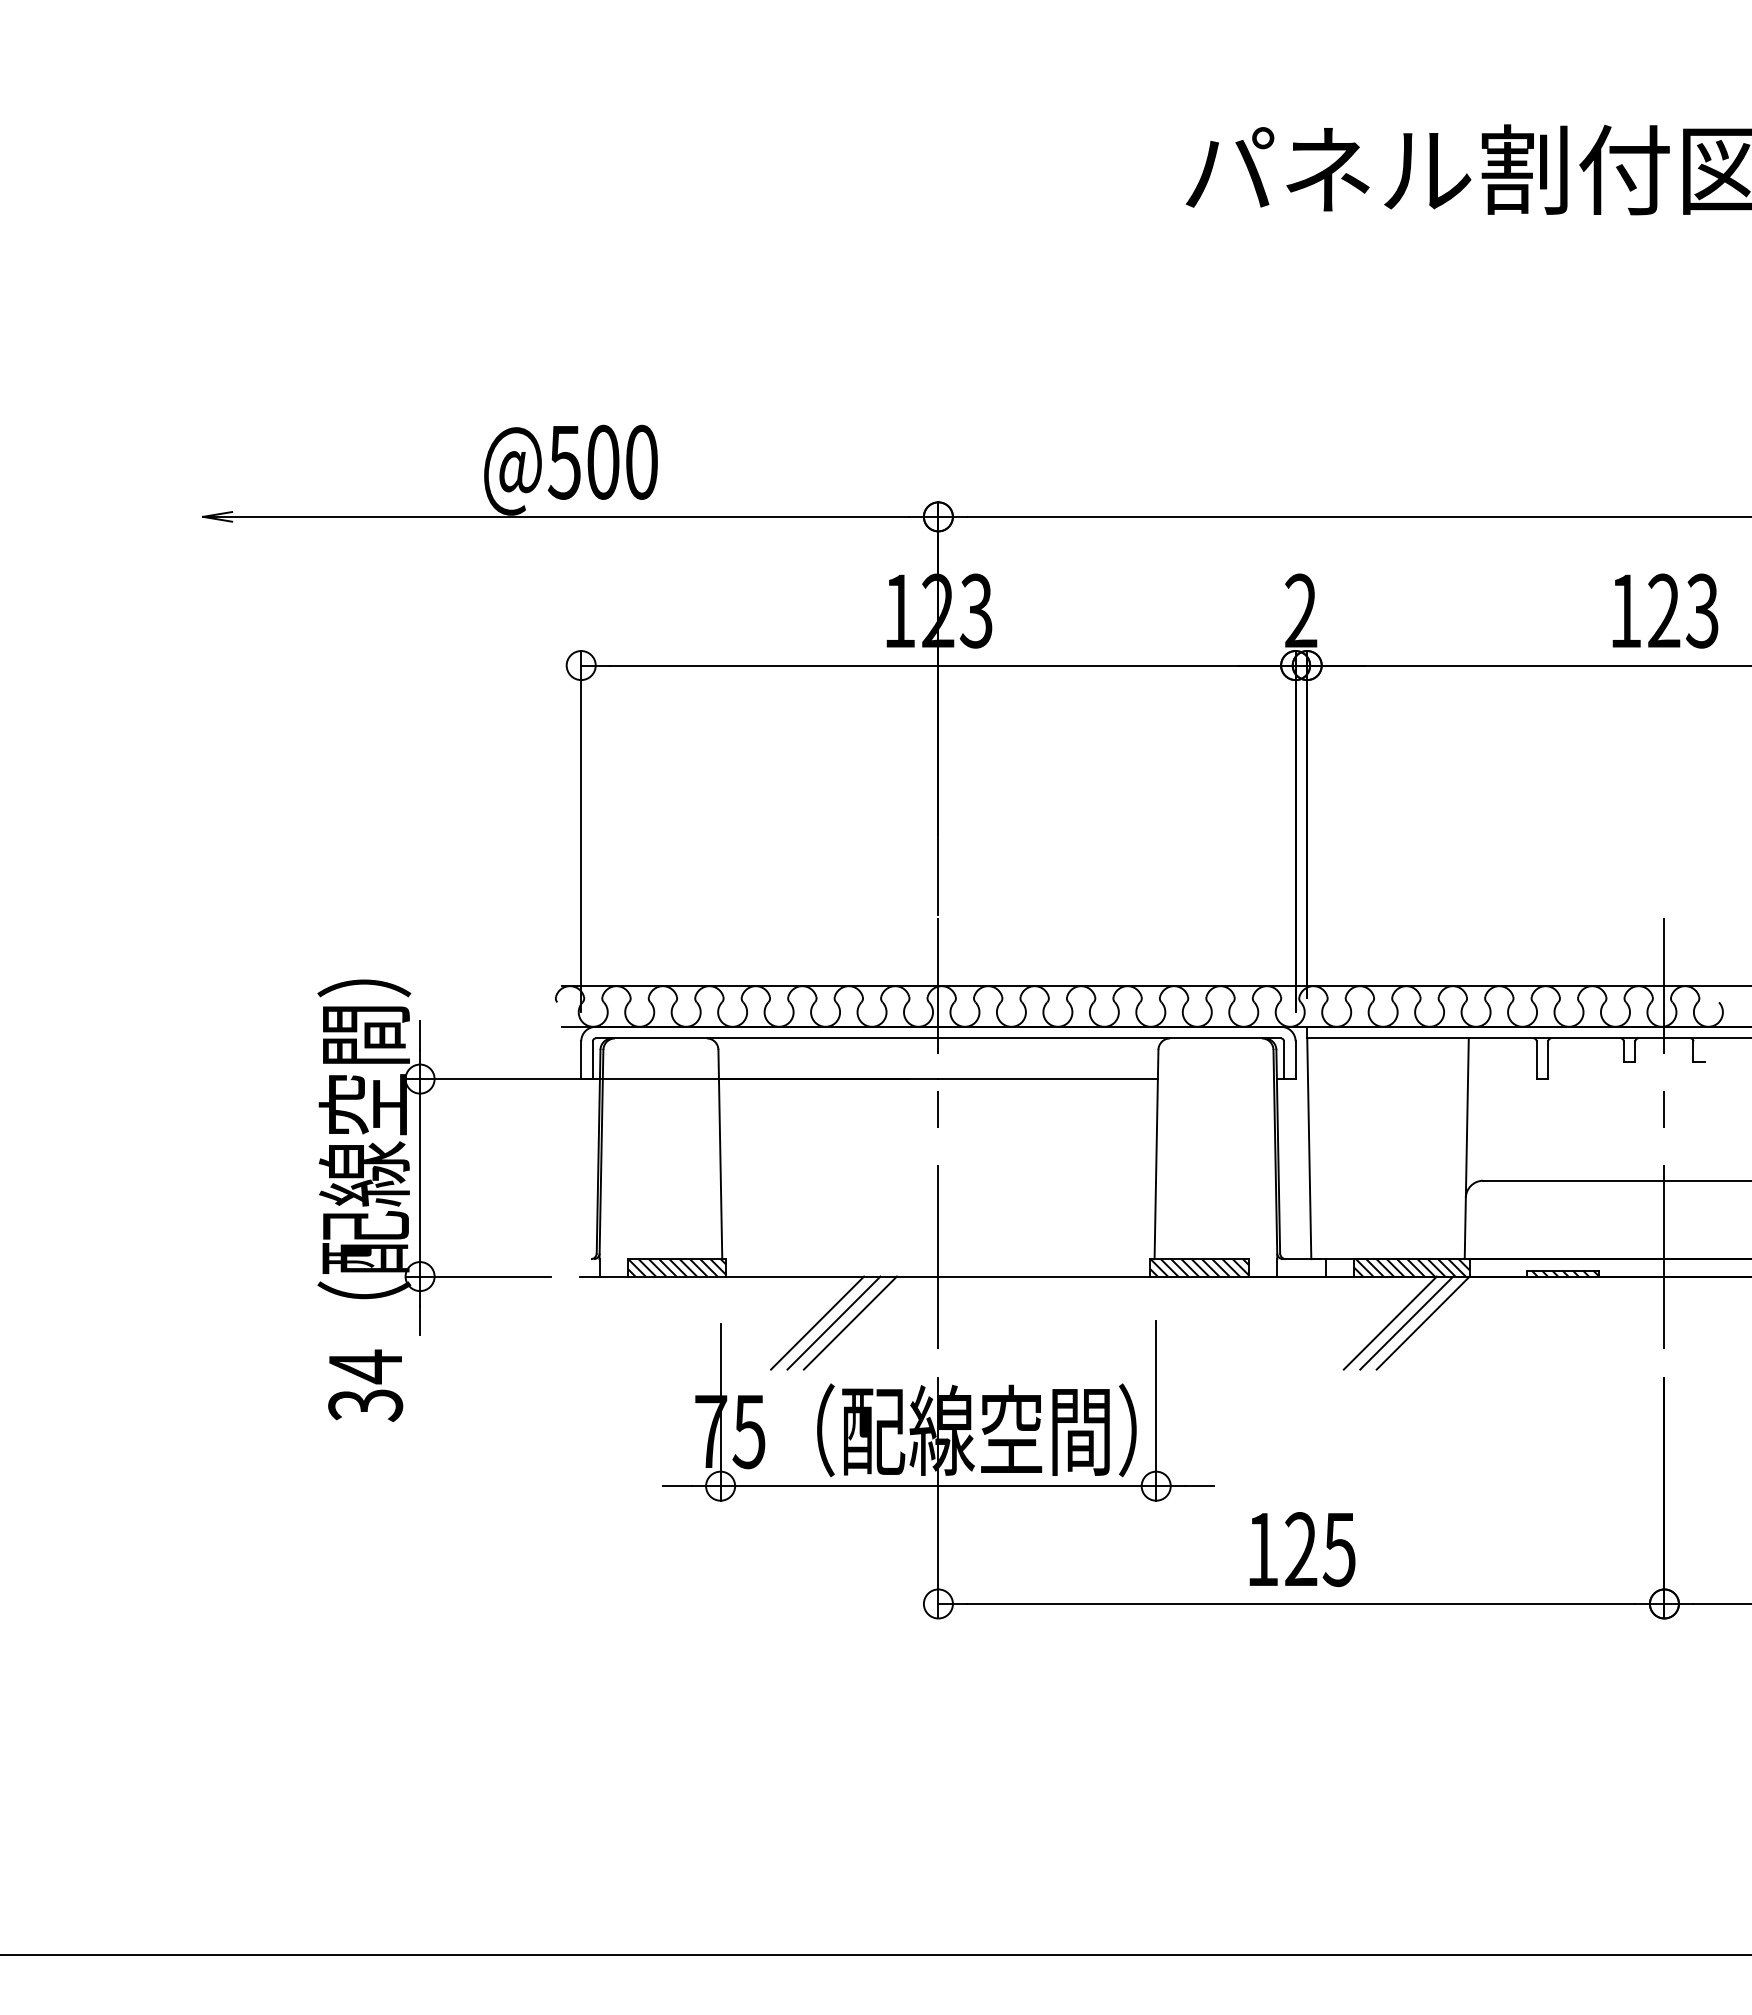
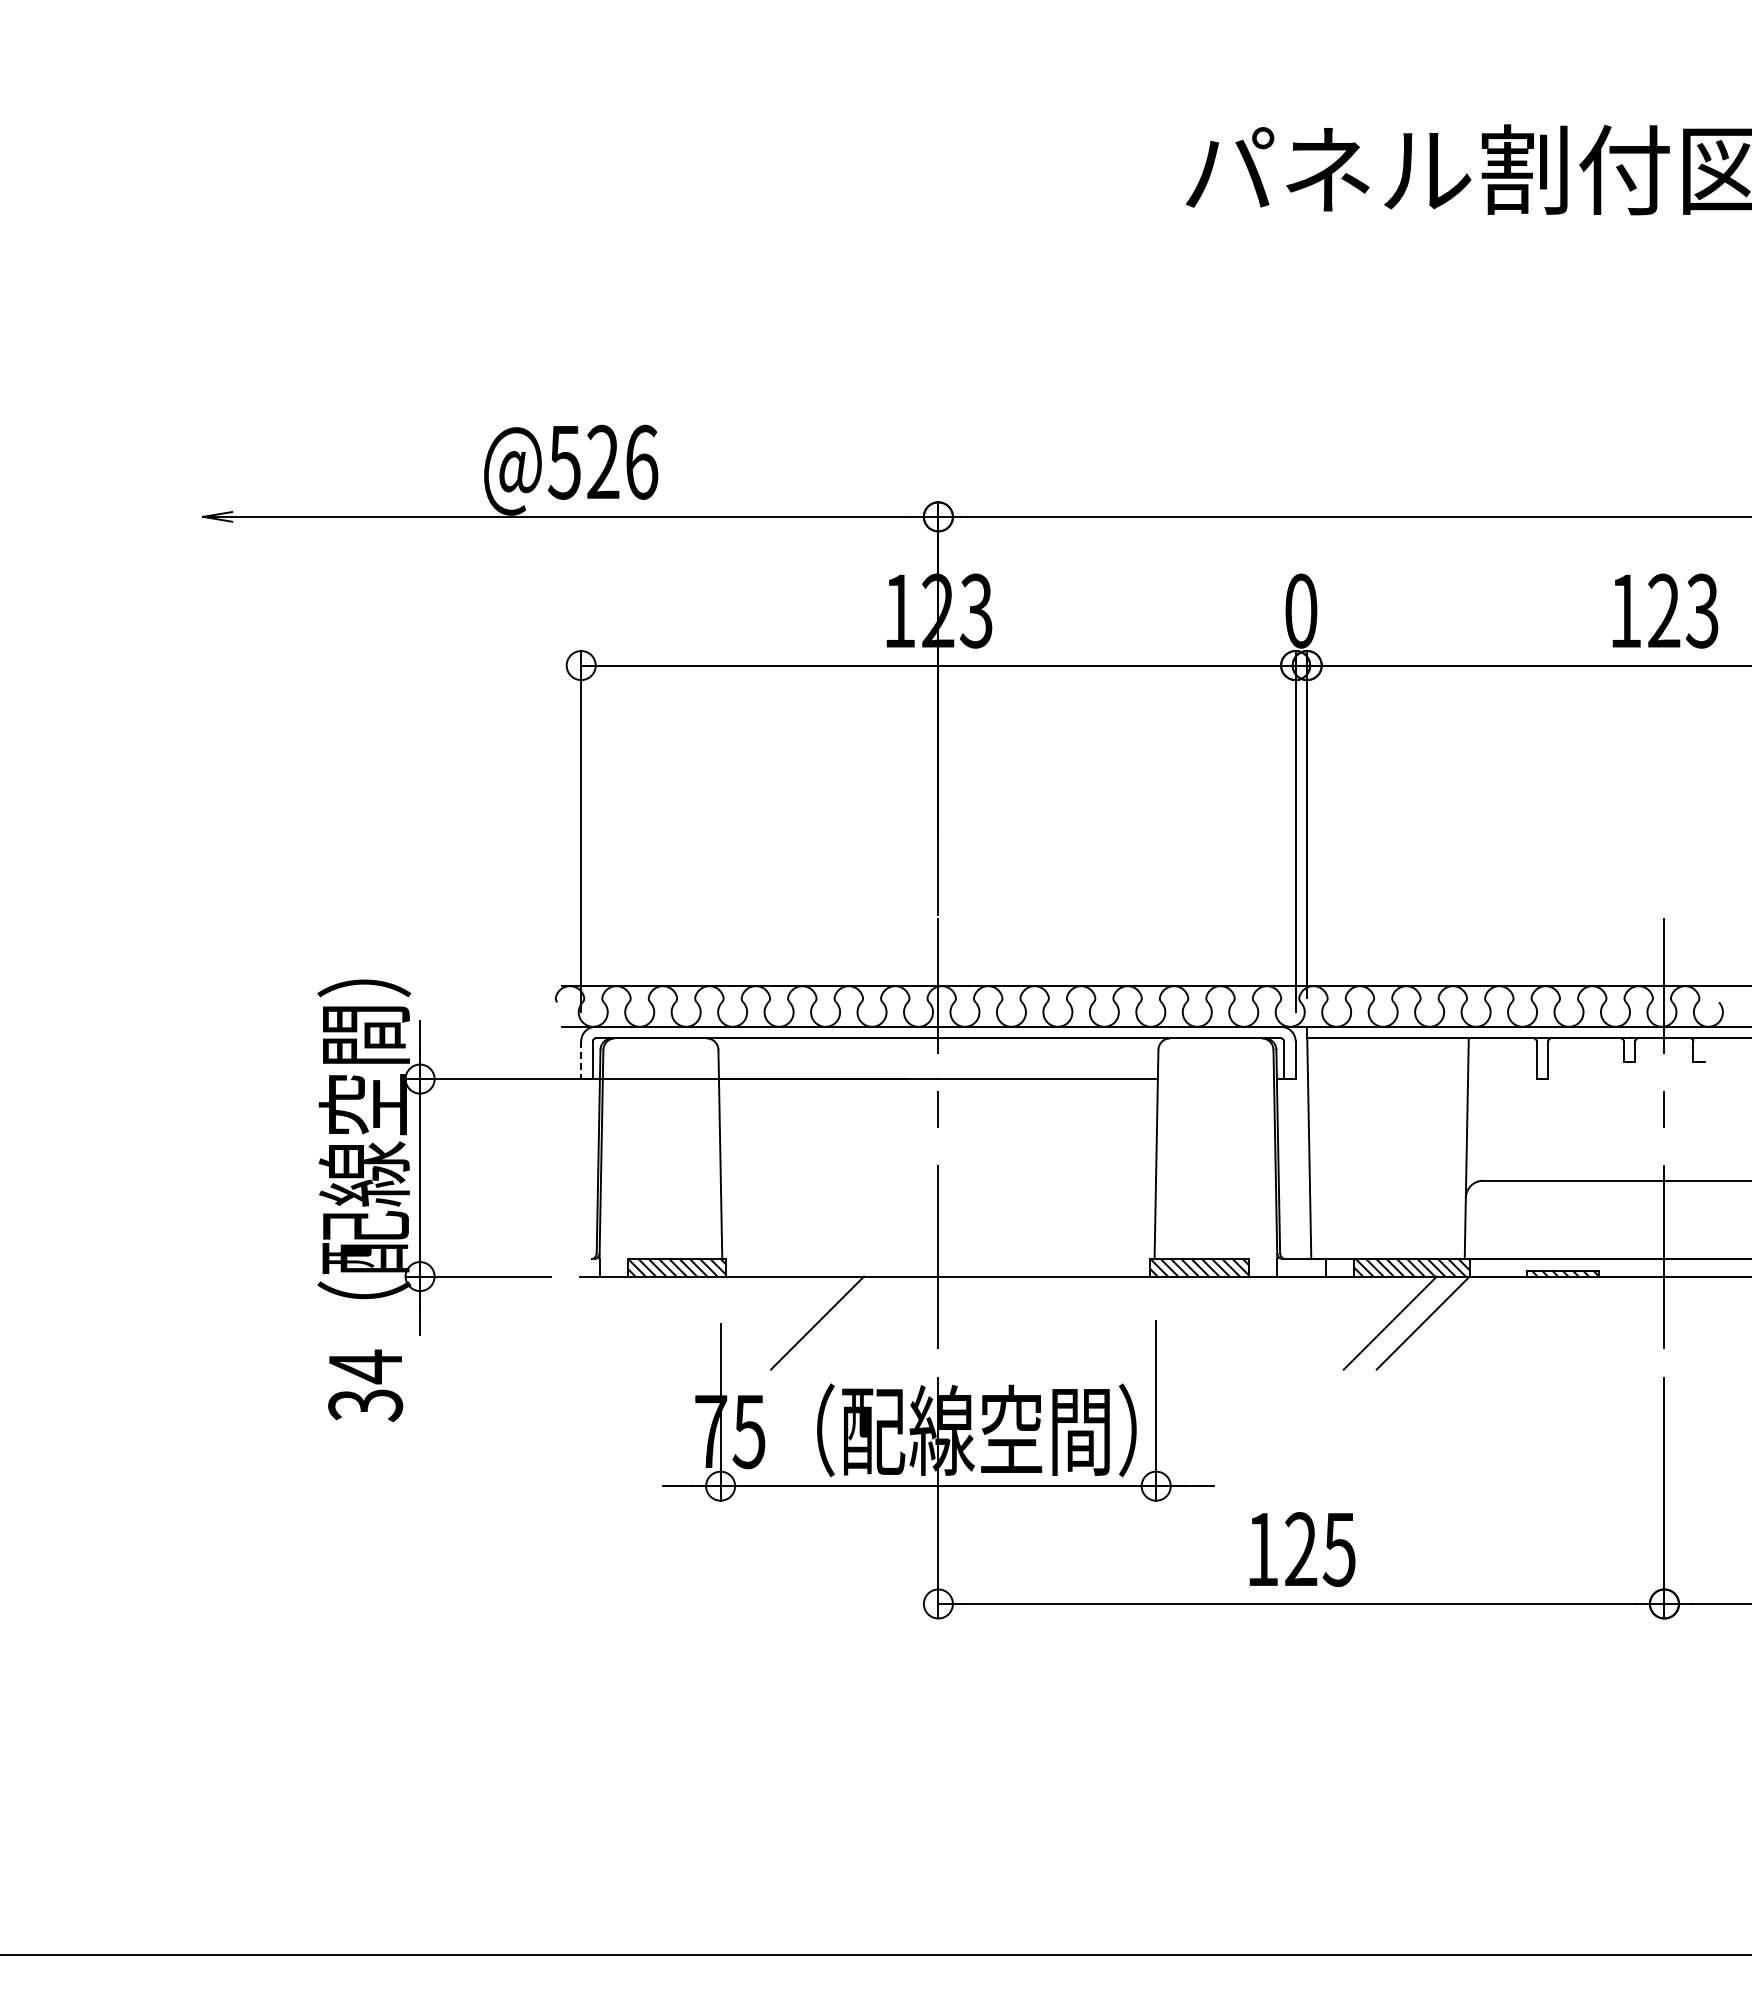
text at (622, 461): @500 -> @526
text at (1301, 610): 2 -> 0
line at (581, 1060): solid -> dashed
line at (833, 1322): present -> none
line at (849, 1322): present -> none
line at (1406, 1322): present -> none
